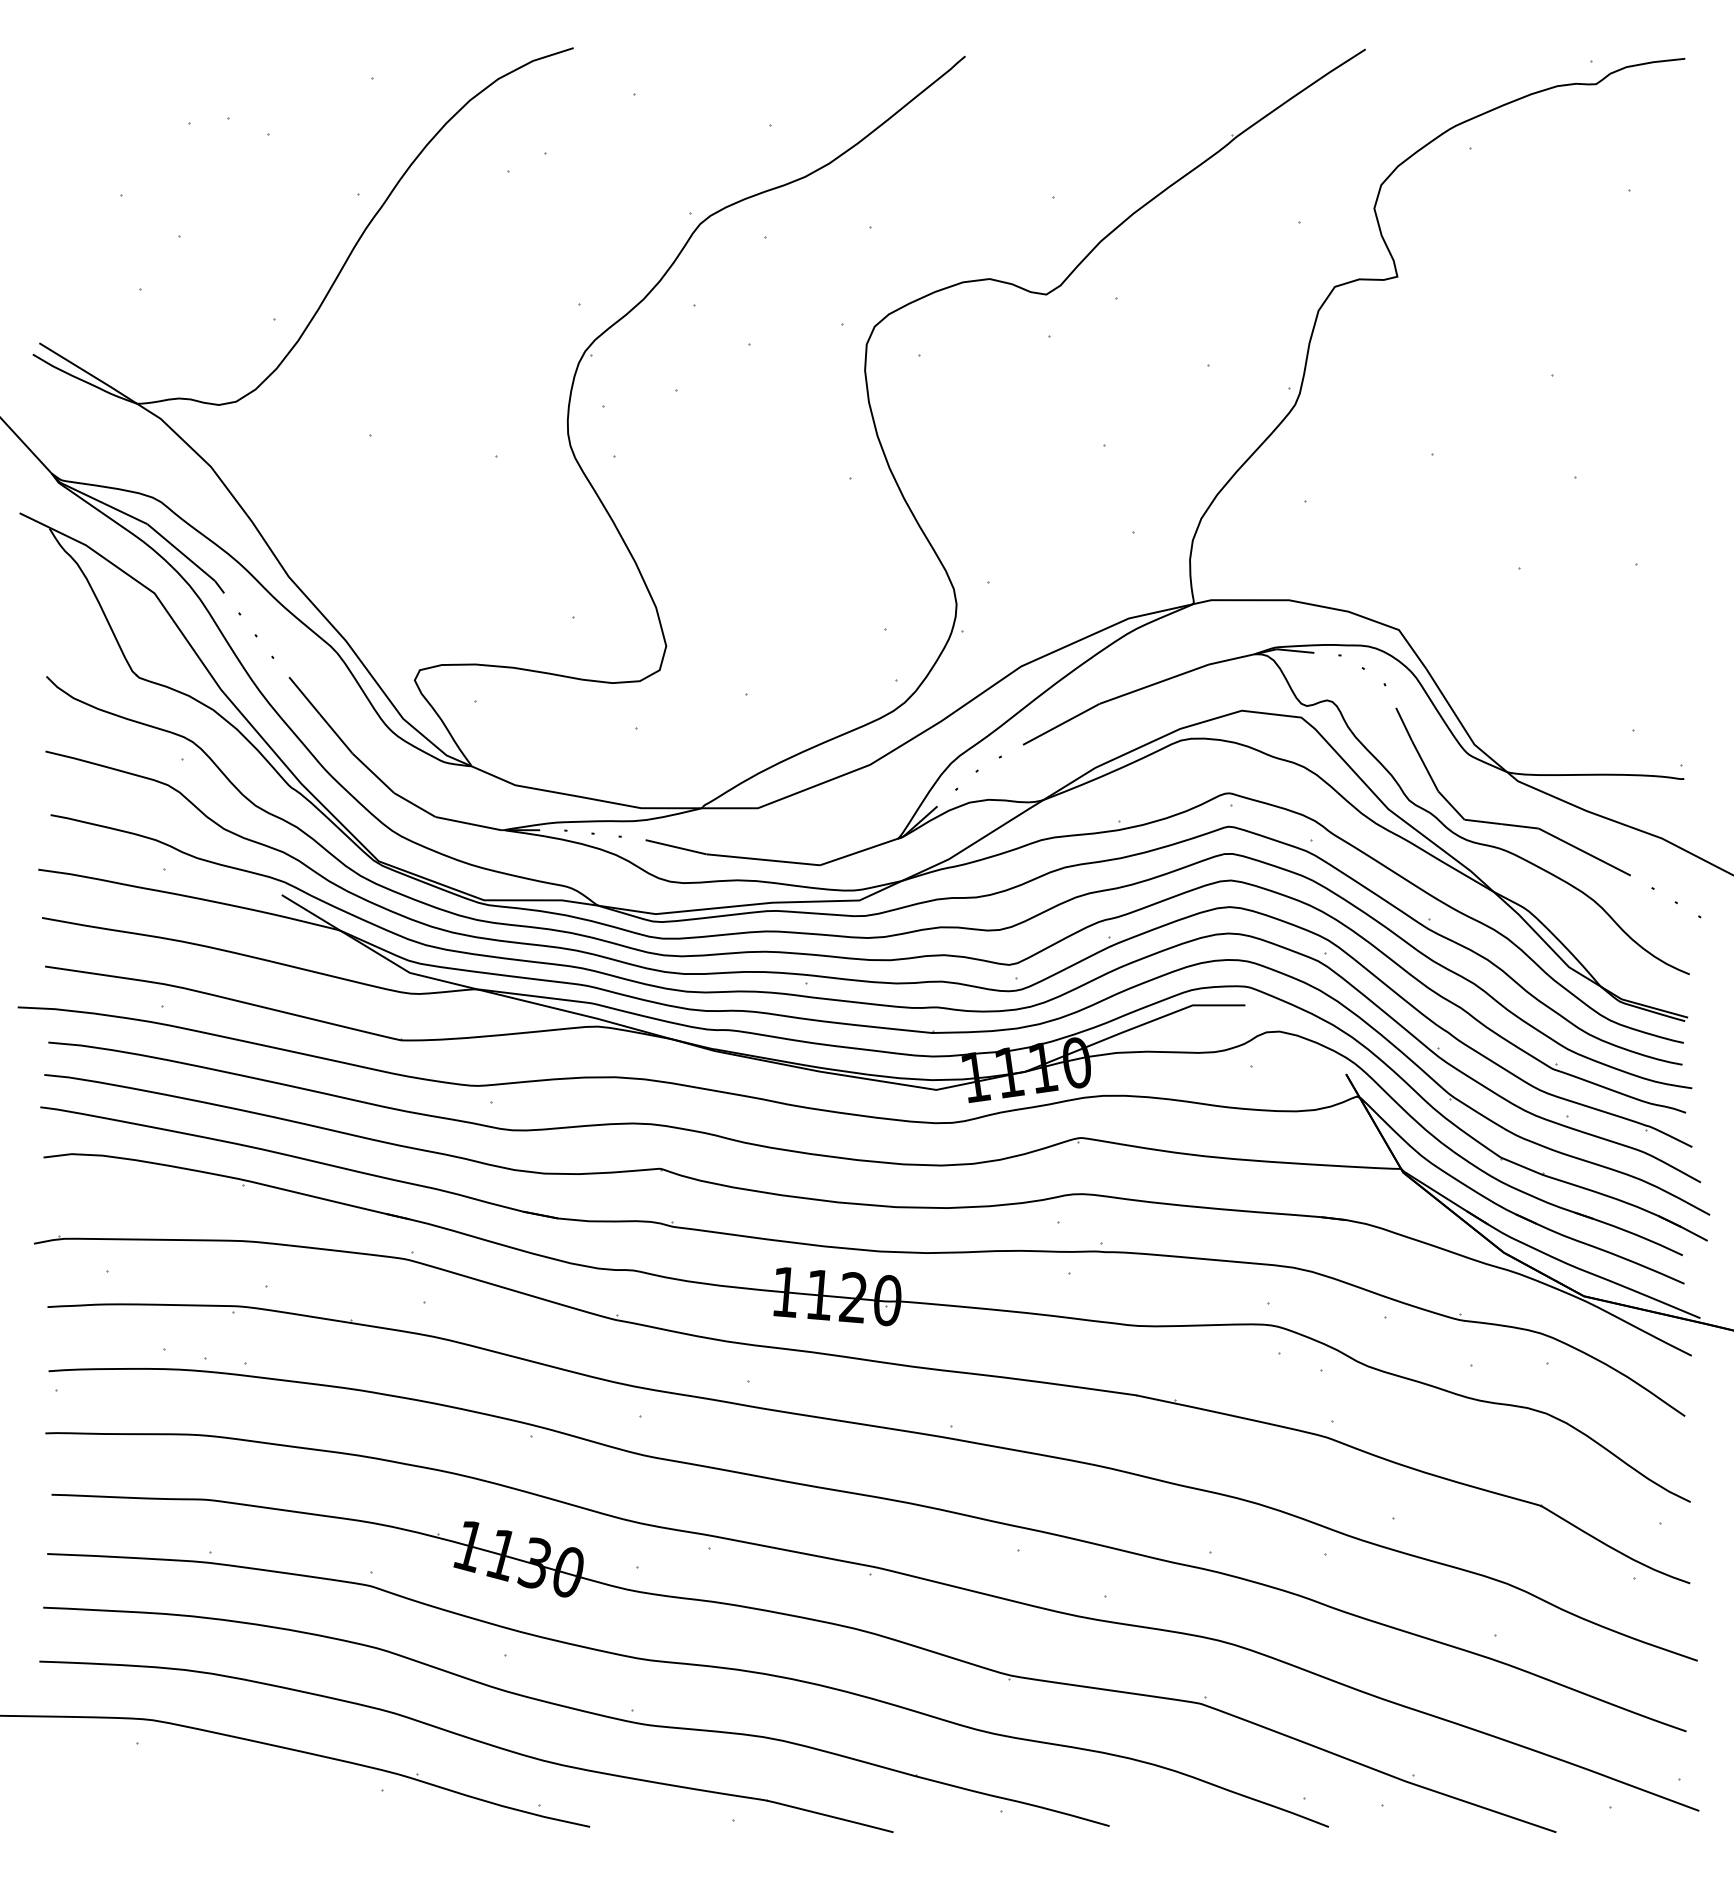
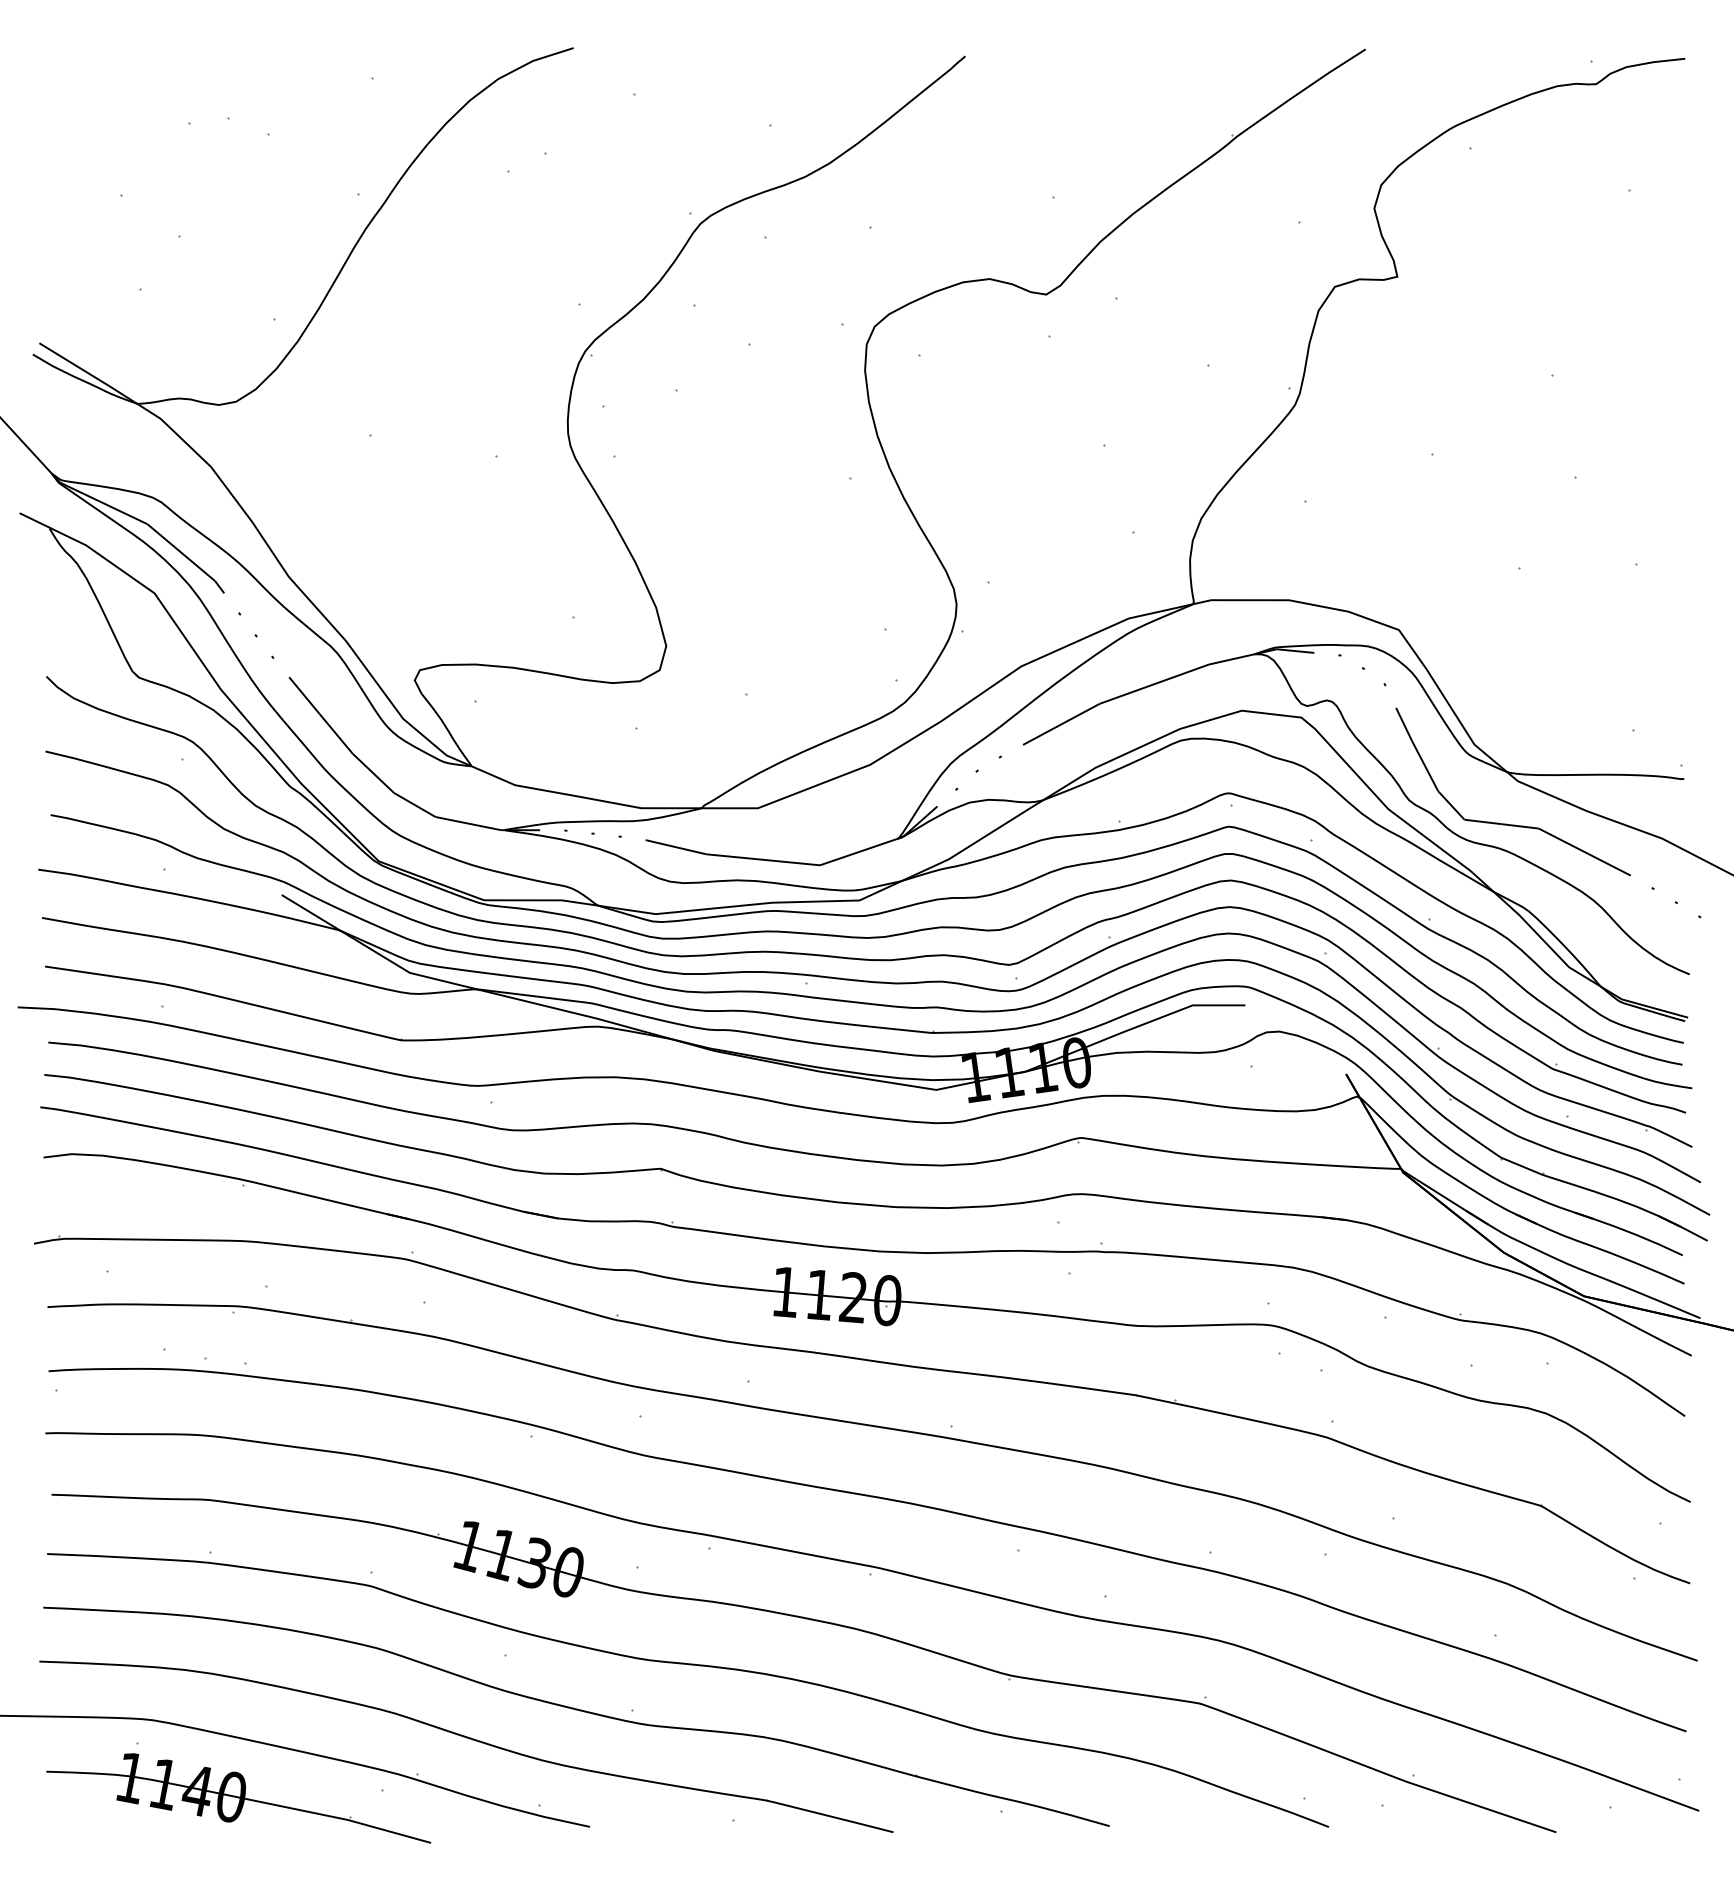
part at (238, 1798): none -> present
